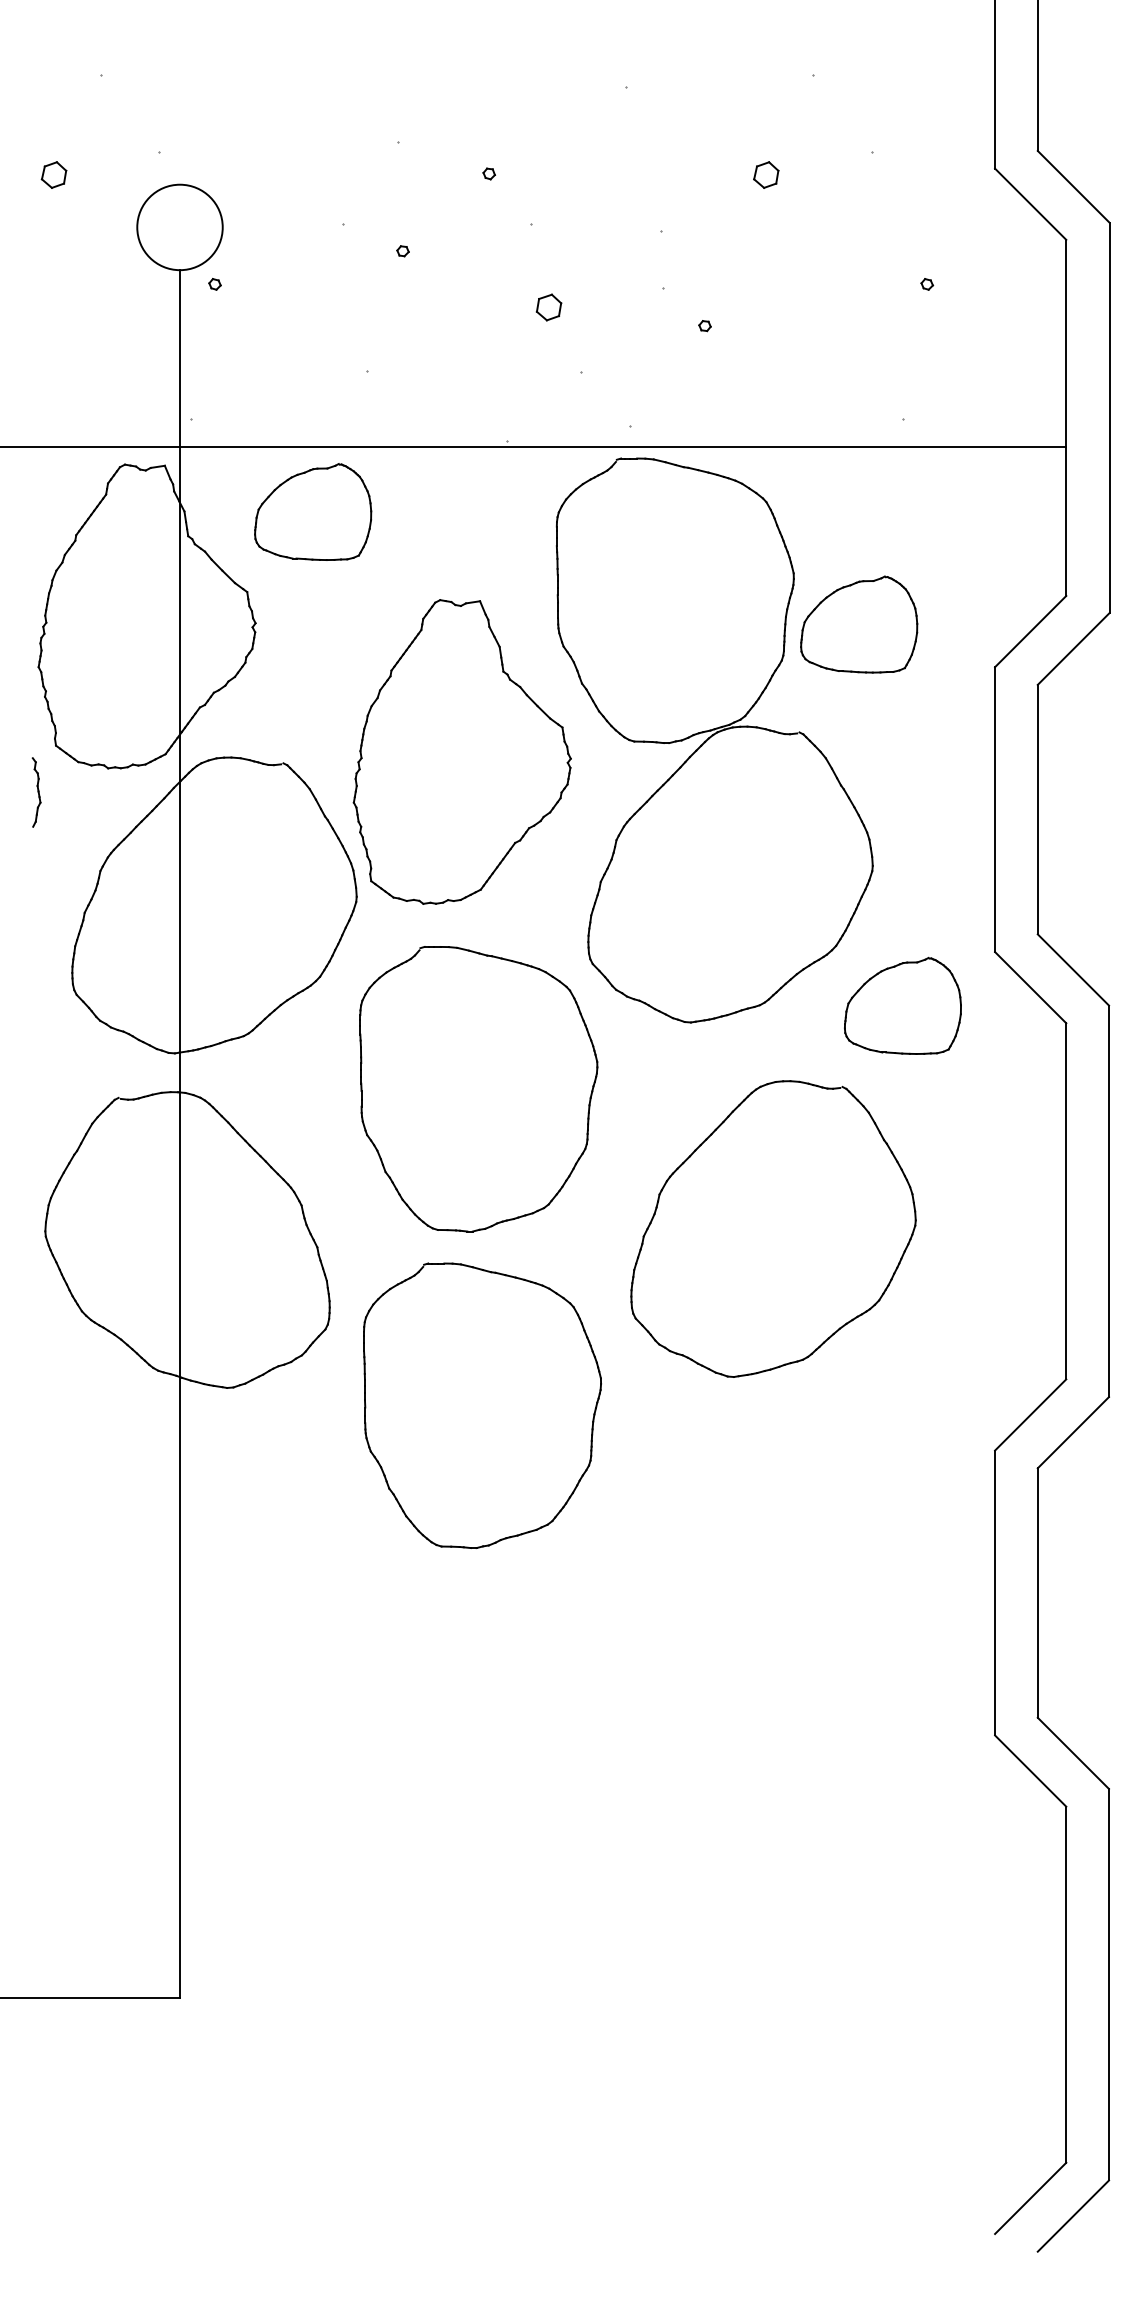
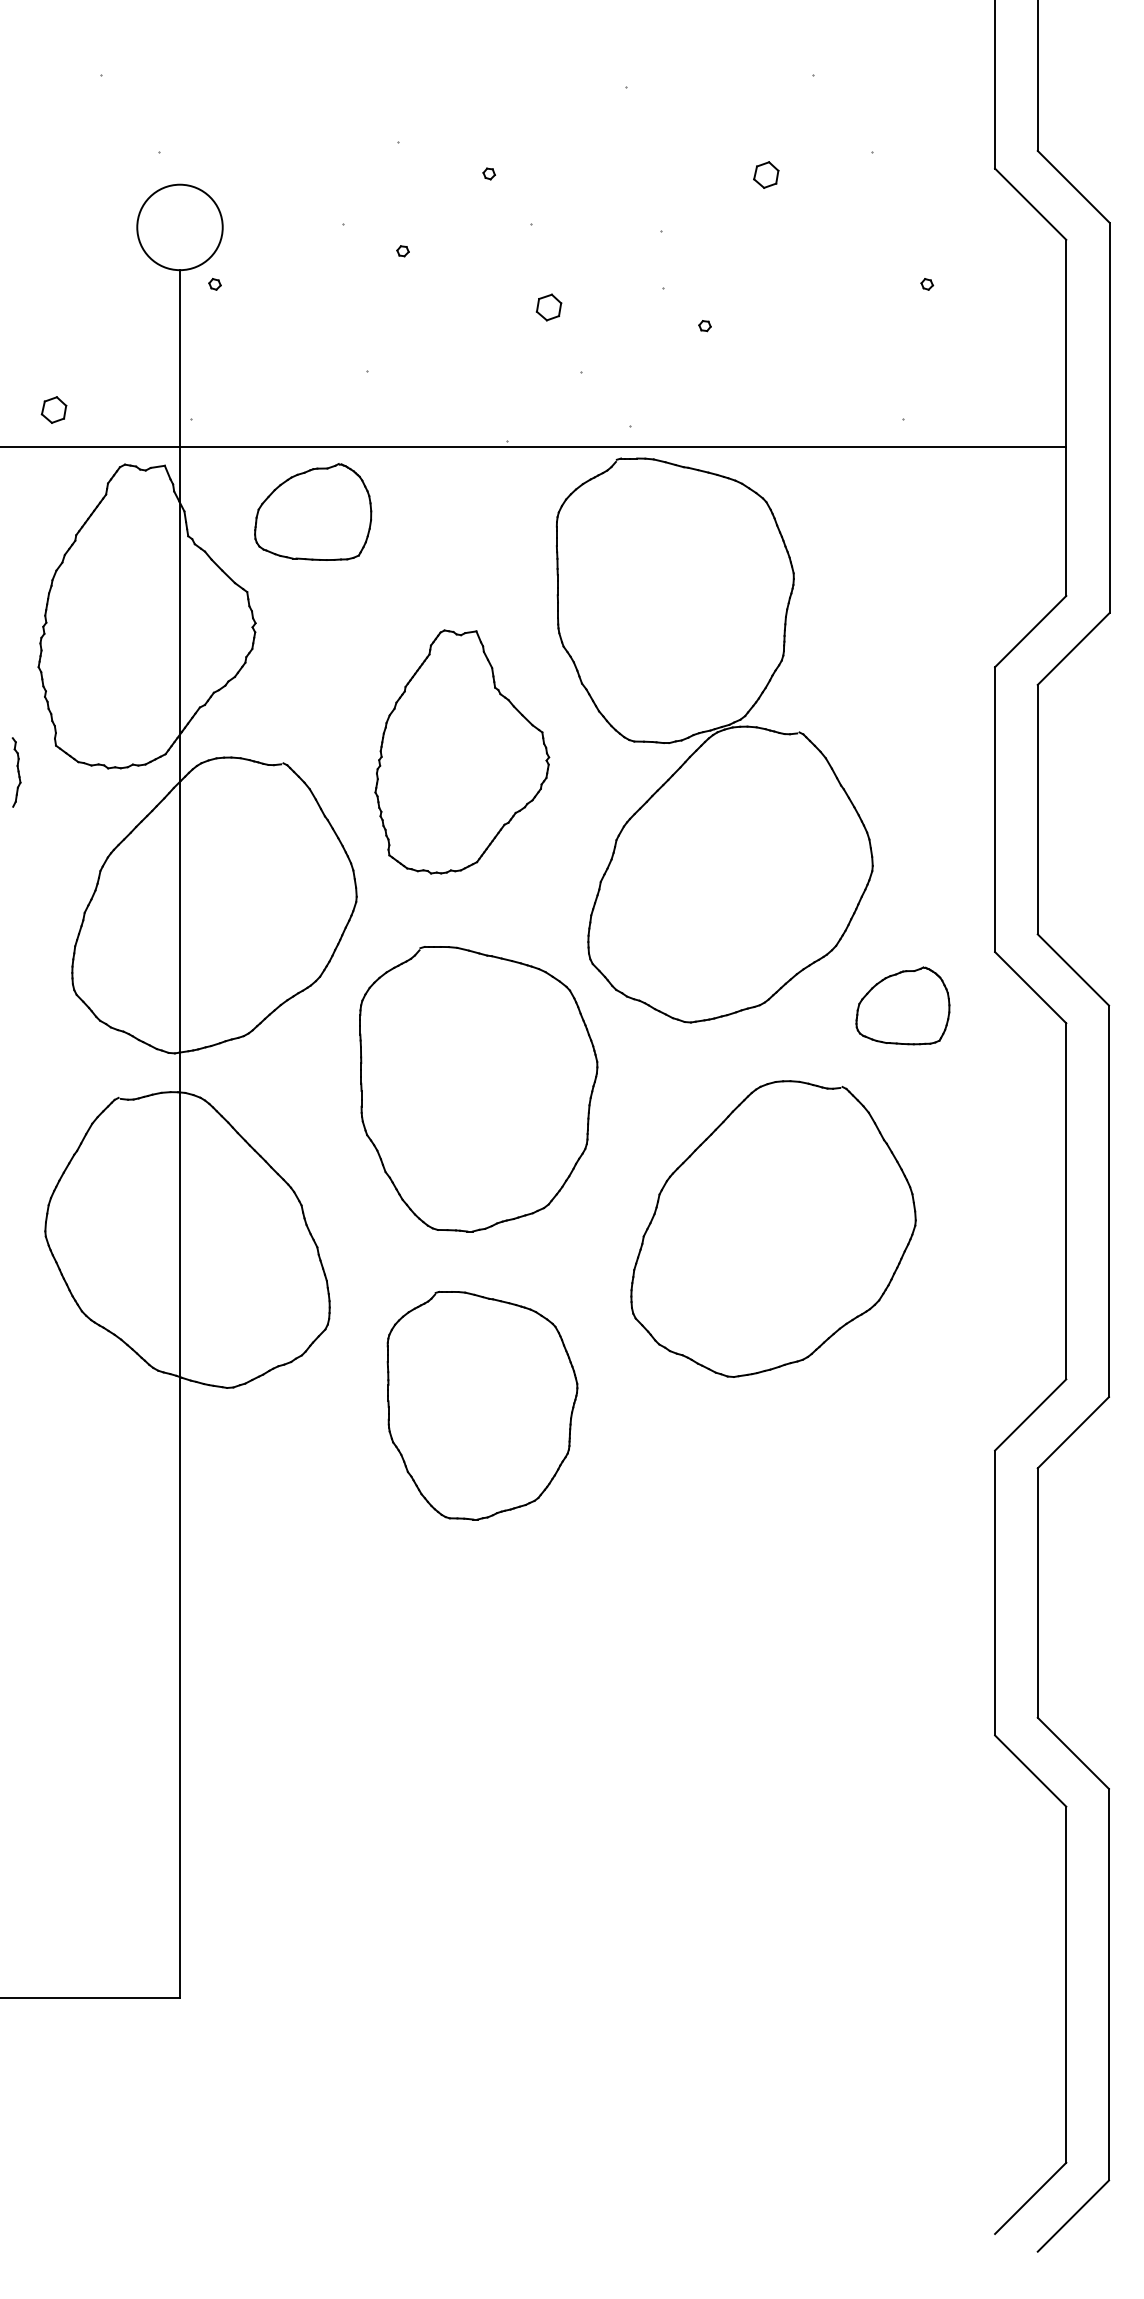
part at (53, 174) position: (53, 174) -> (53, 409)
part at (859, 624): present -> none
part at (461, 751) size: 220x306 px -> 177x246 px
part at (36, 792) position: (36, 792) -> (16, 772)
part at (902, 1005) size: 118x99 px -> 96x80 px
part at (482, 1405) size: 239x287 px -> 193x231 px
